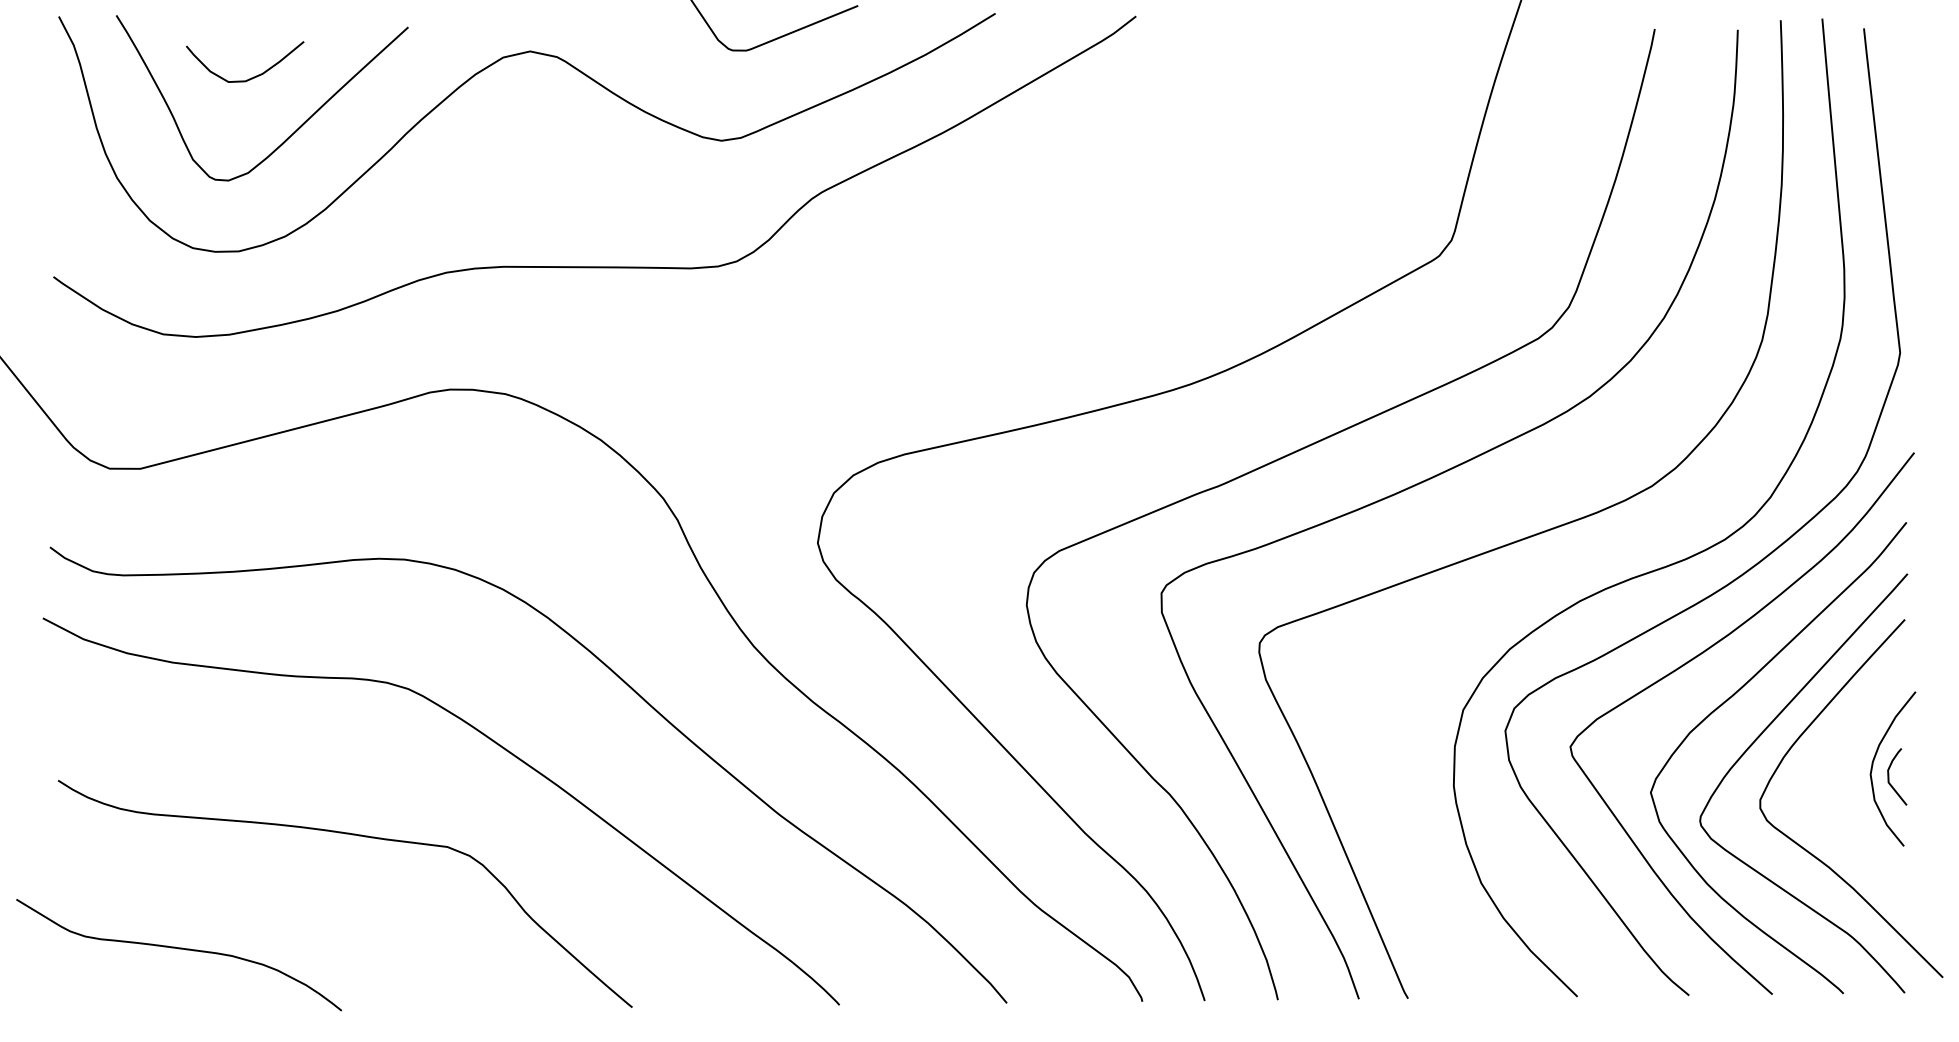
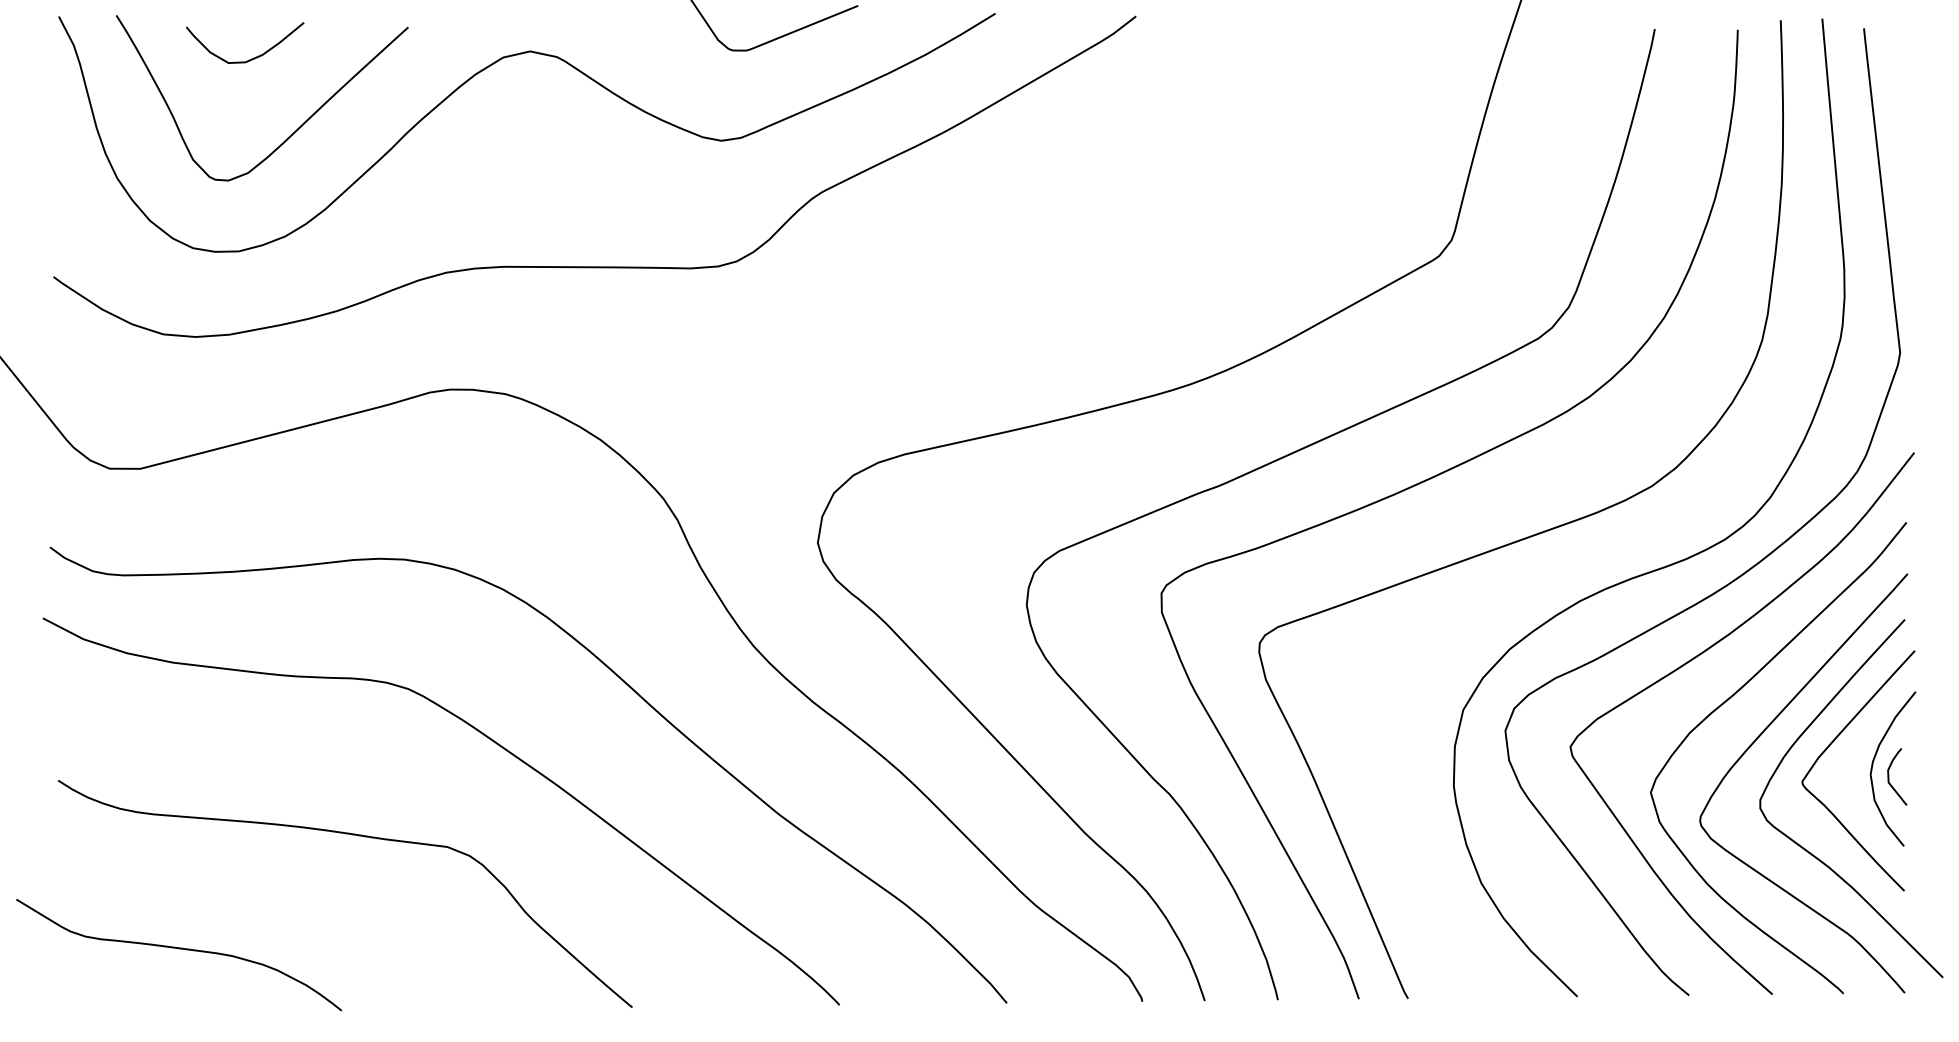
curve at (253, 76) position: (253, 76) -> (253, 57)
curve at (1828, 748): none -> present
